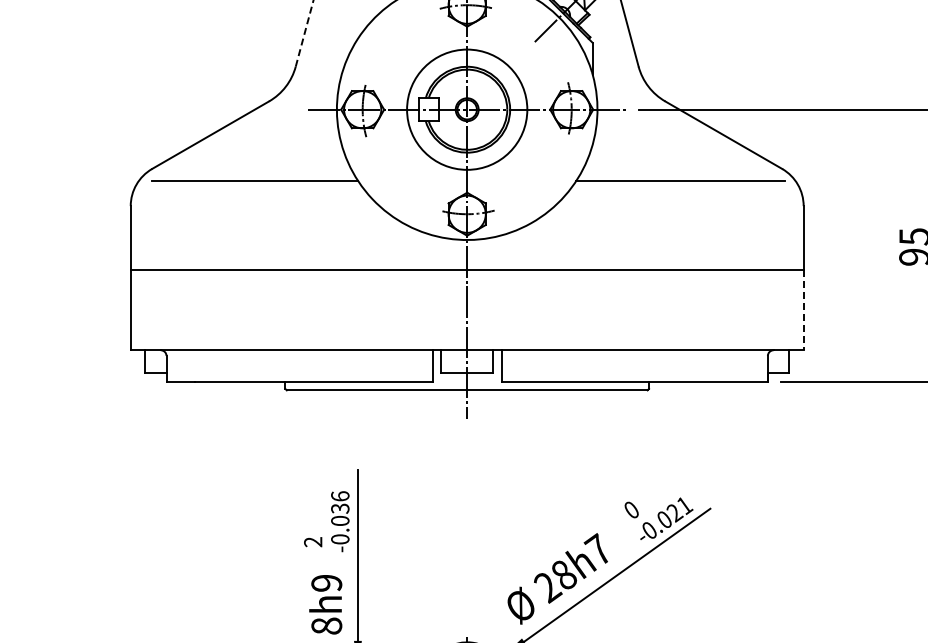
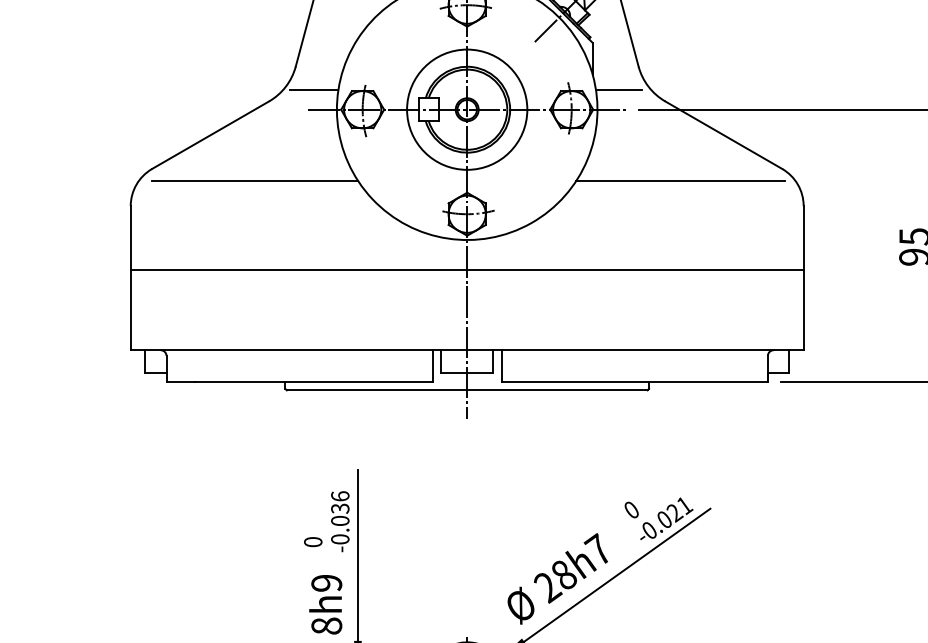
line at (304, 32): dashed -> solid
line at (313, 89): none -> present
line at (618, 89): none -> present
line at (803, 310): dashed -> solid
text at (313, 542): 2 -> 0
